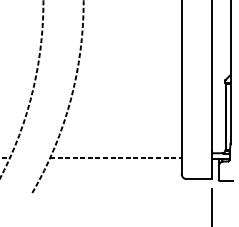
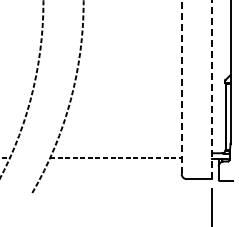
line at (181, 87): solid -> dashed
line at (211, 89): solid -> dashed
